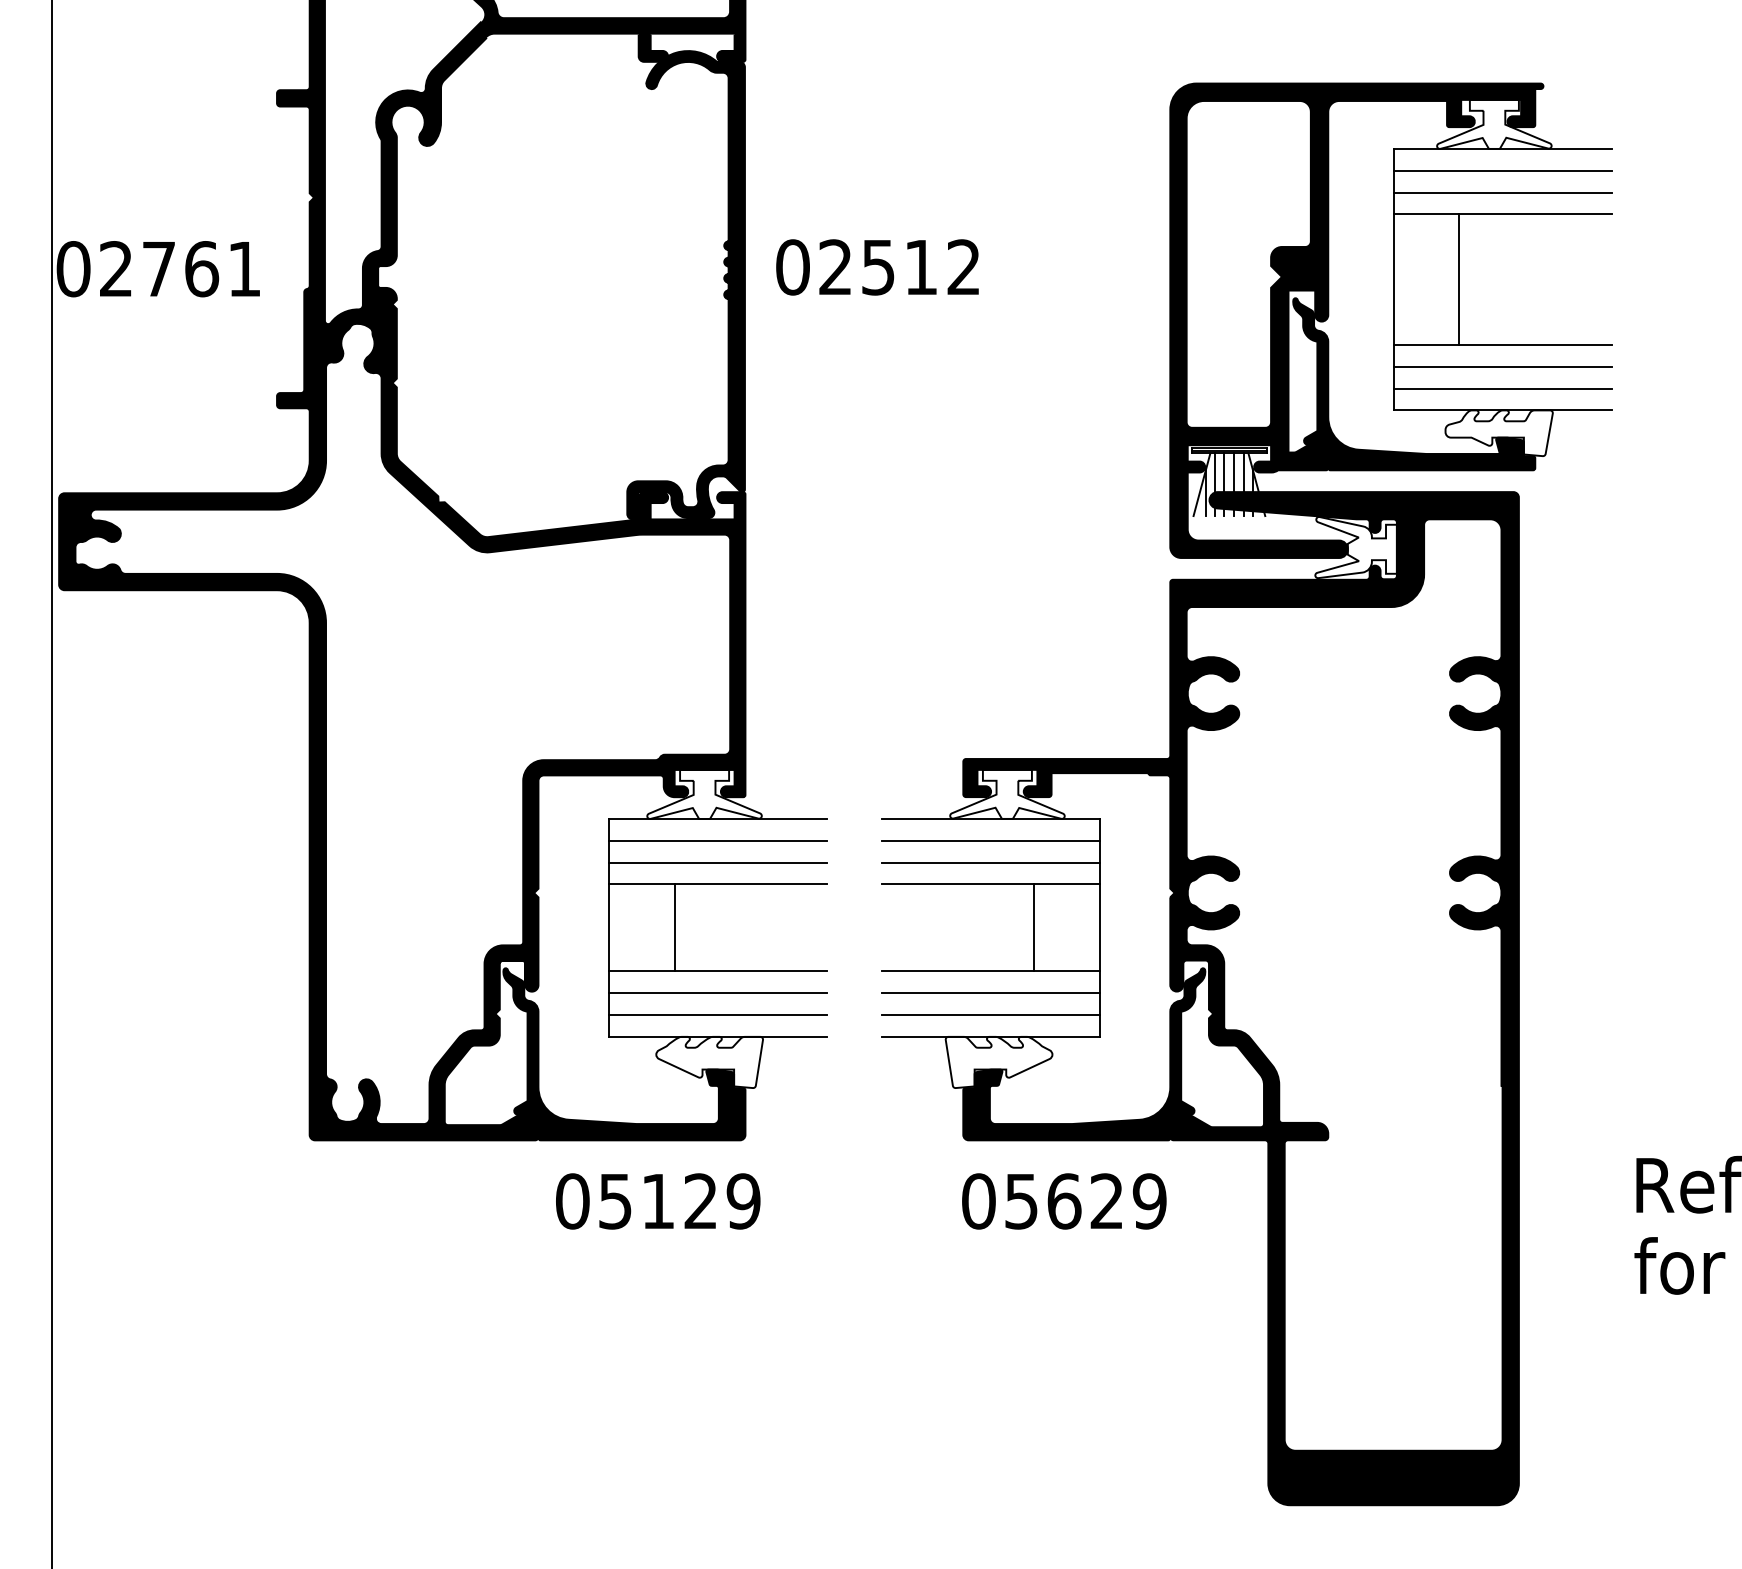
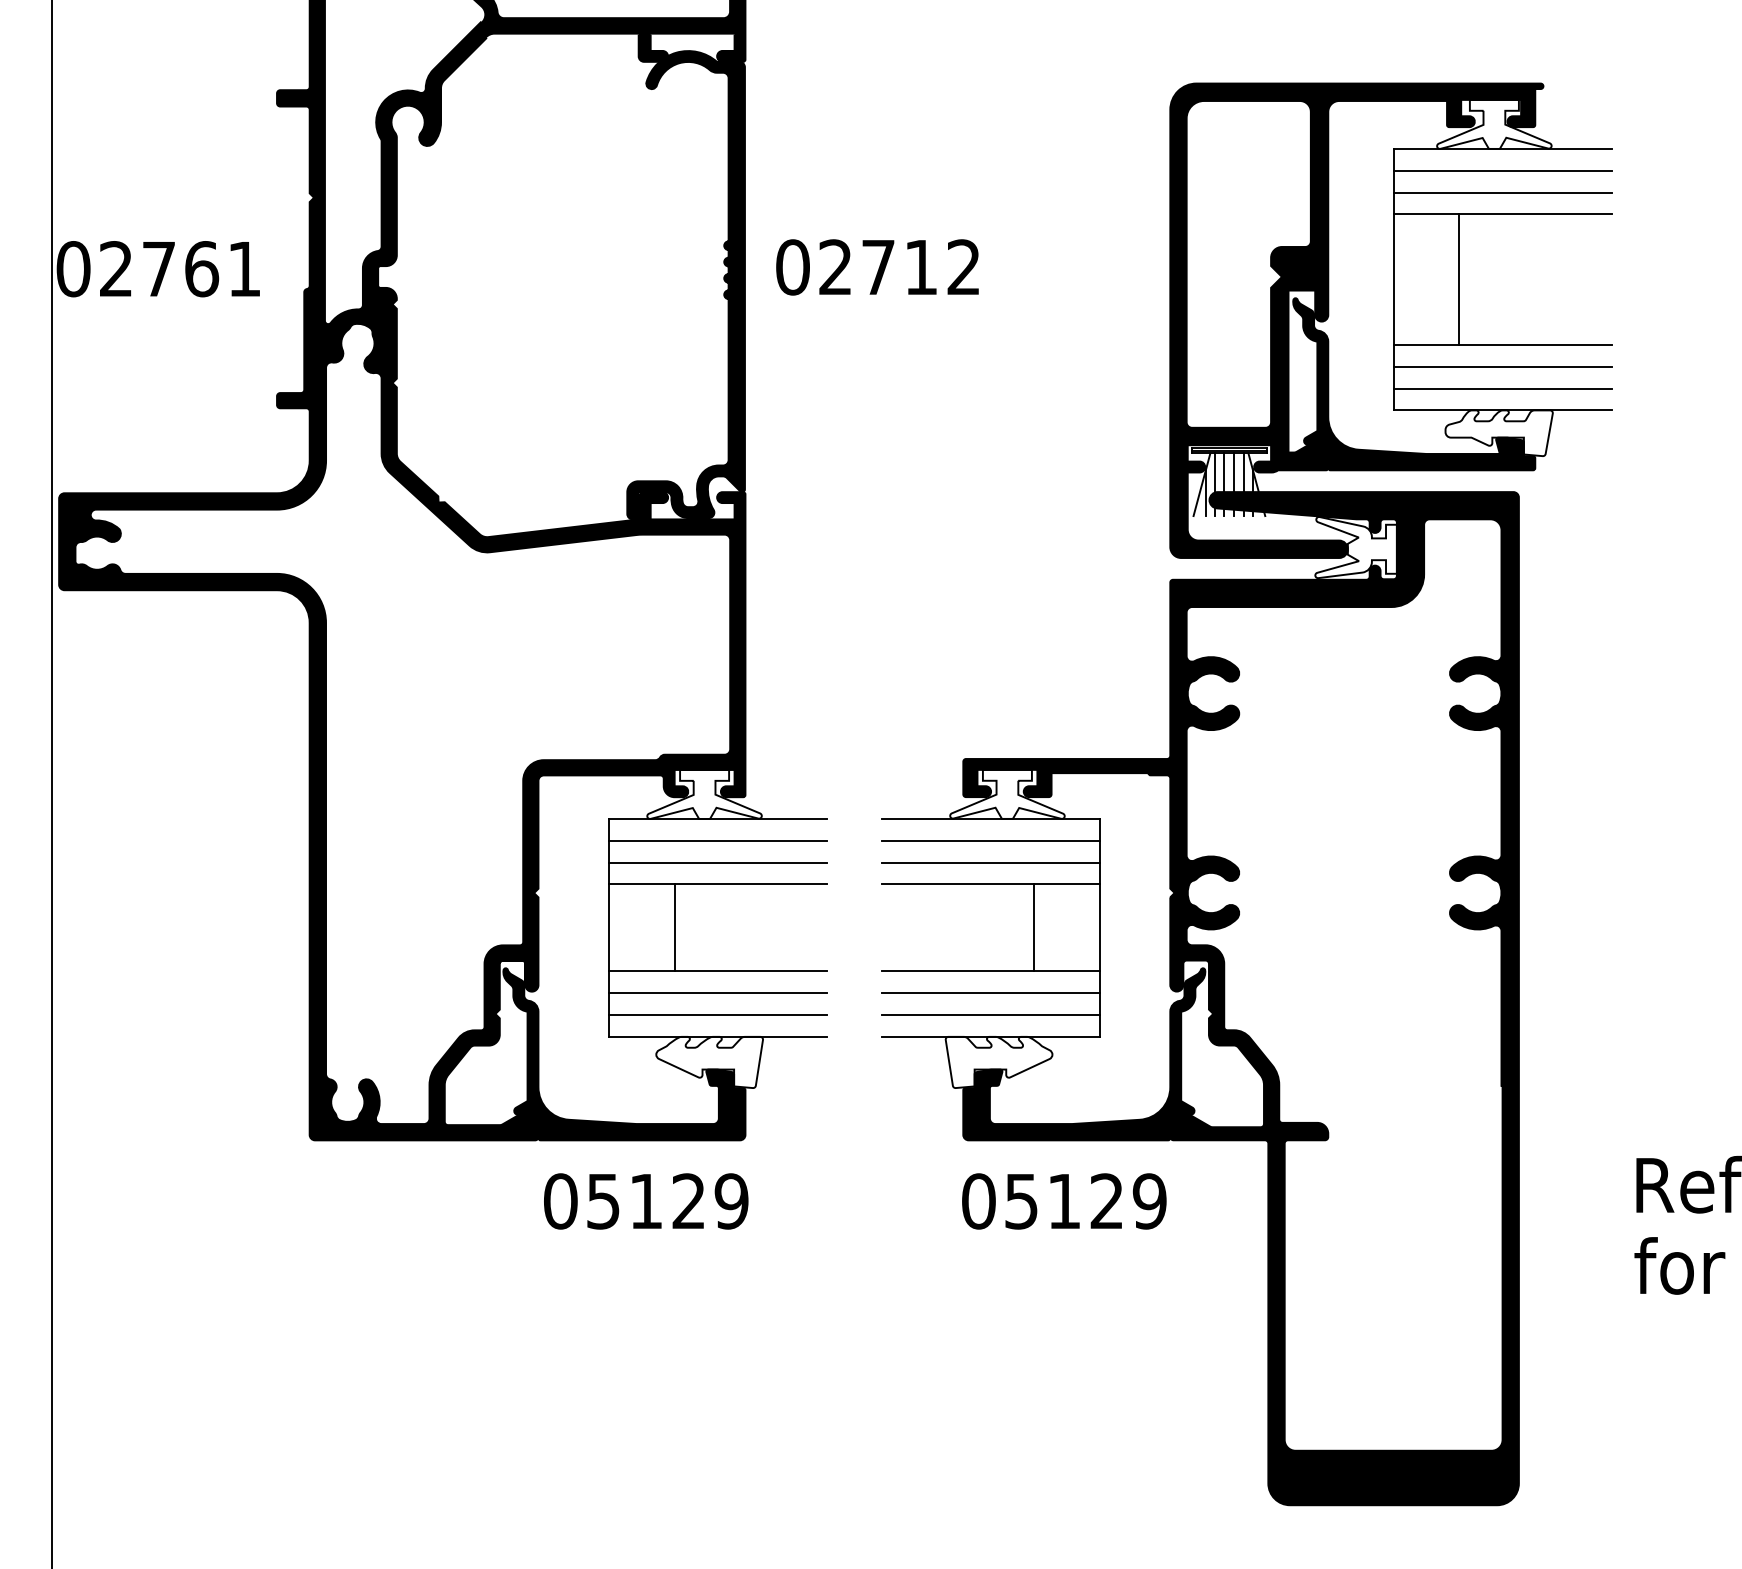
text at (878, 267): 02512 -> 02712
text at (658, 1201) position: (658, 1201) -> (646, 1201)
text at (1064, 1201): 05629 -> 05129
